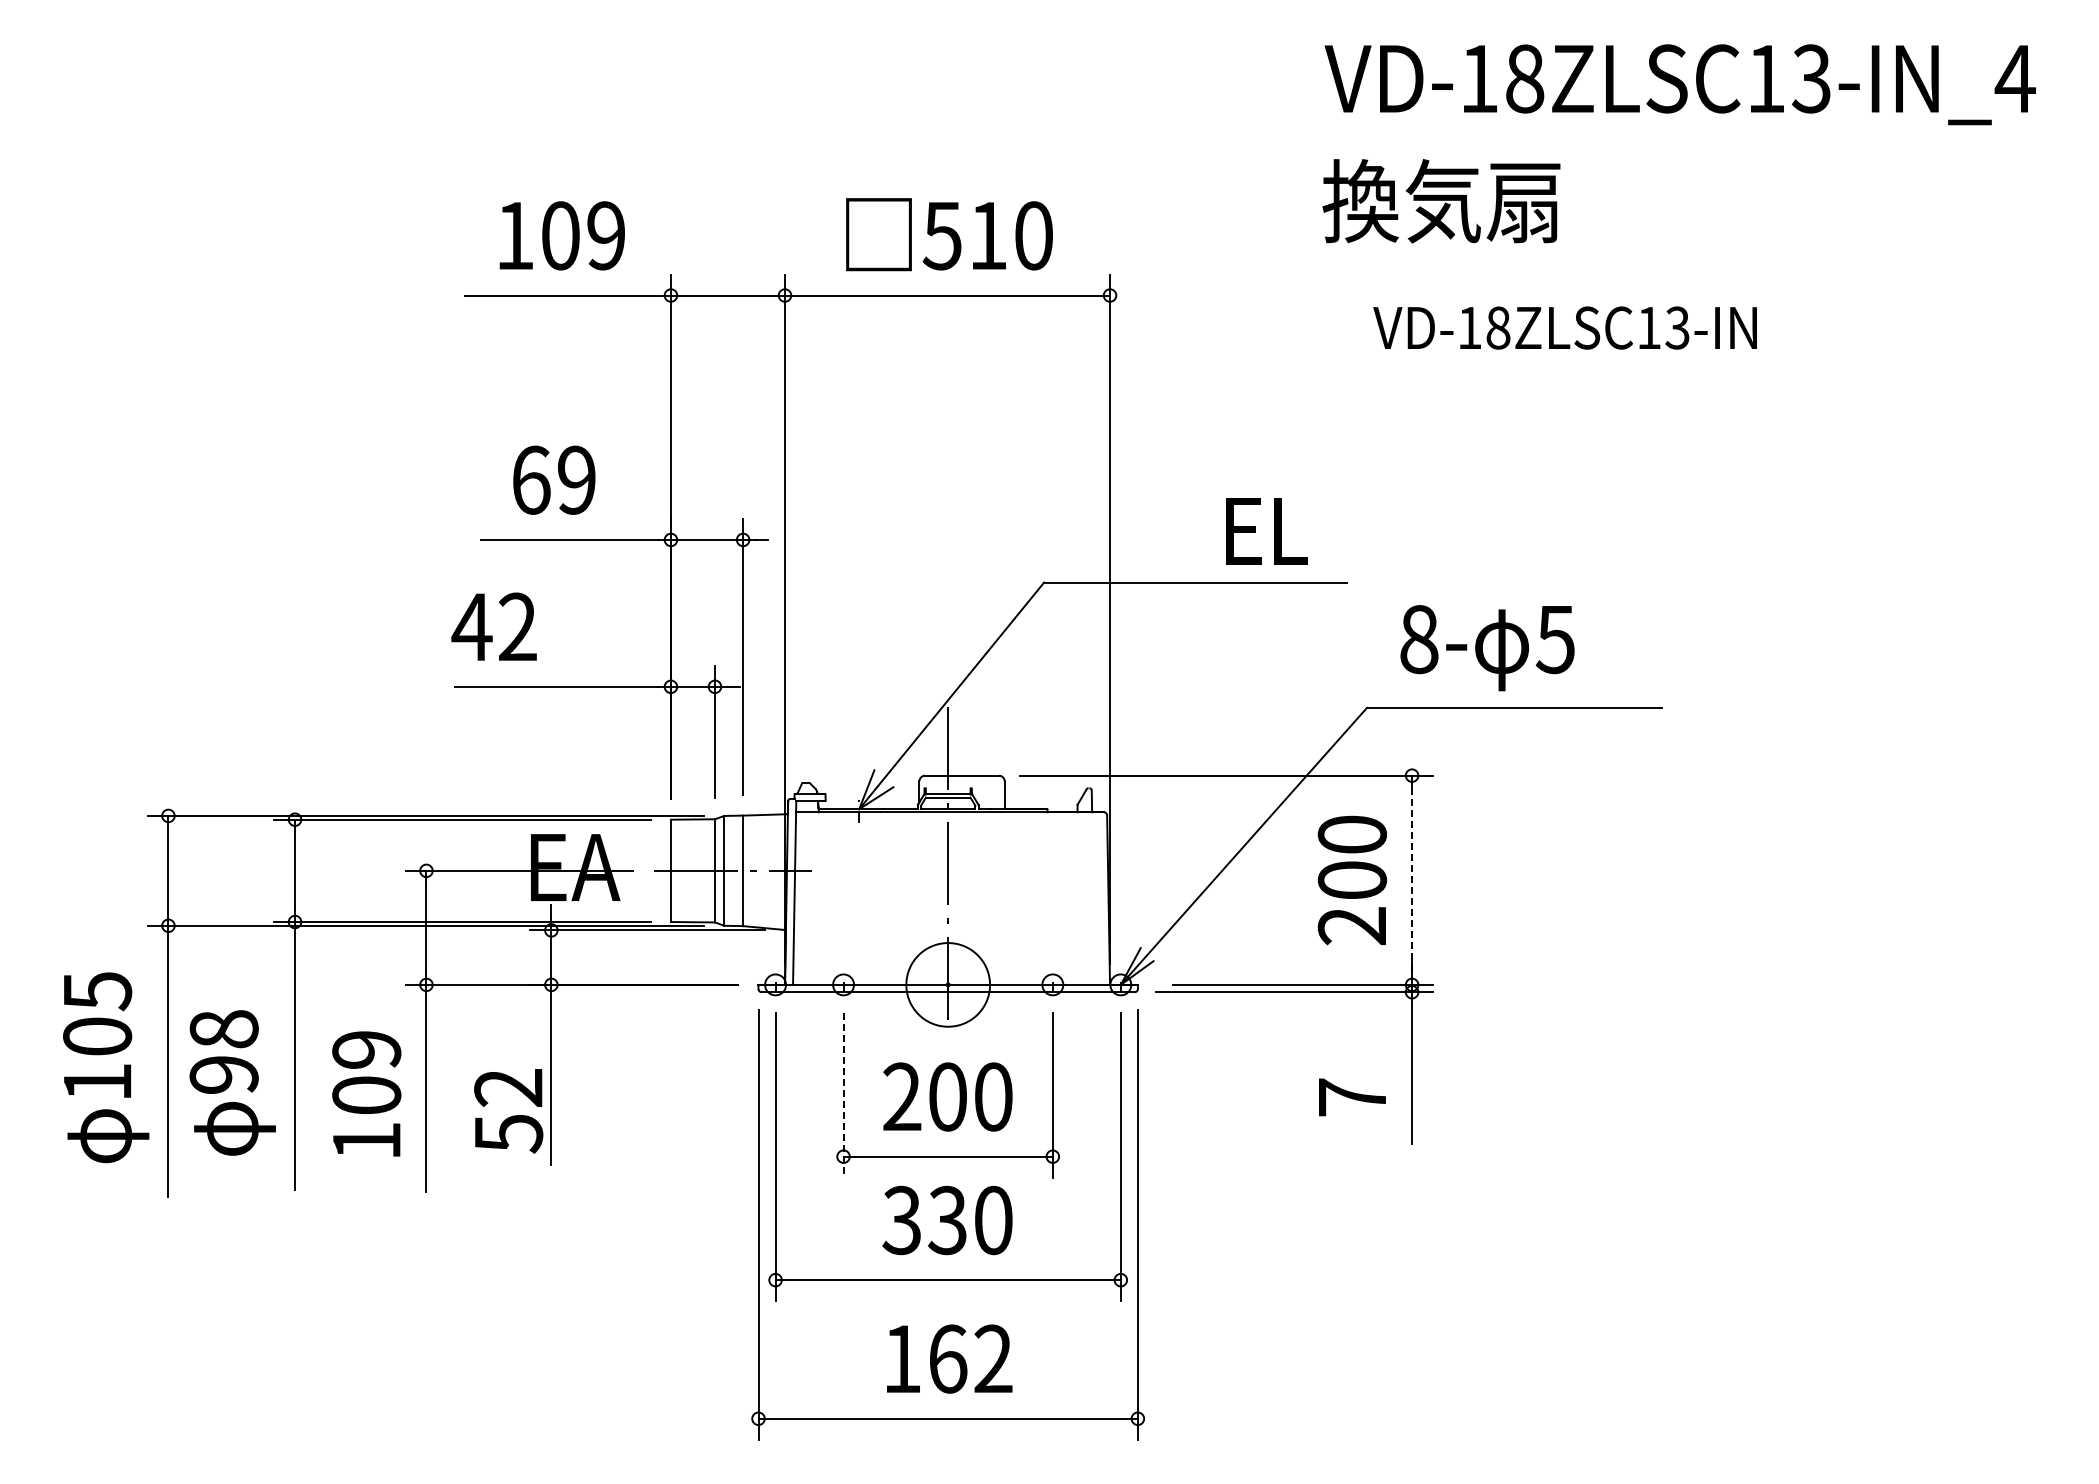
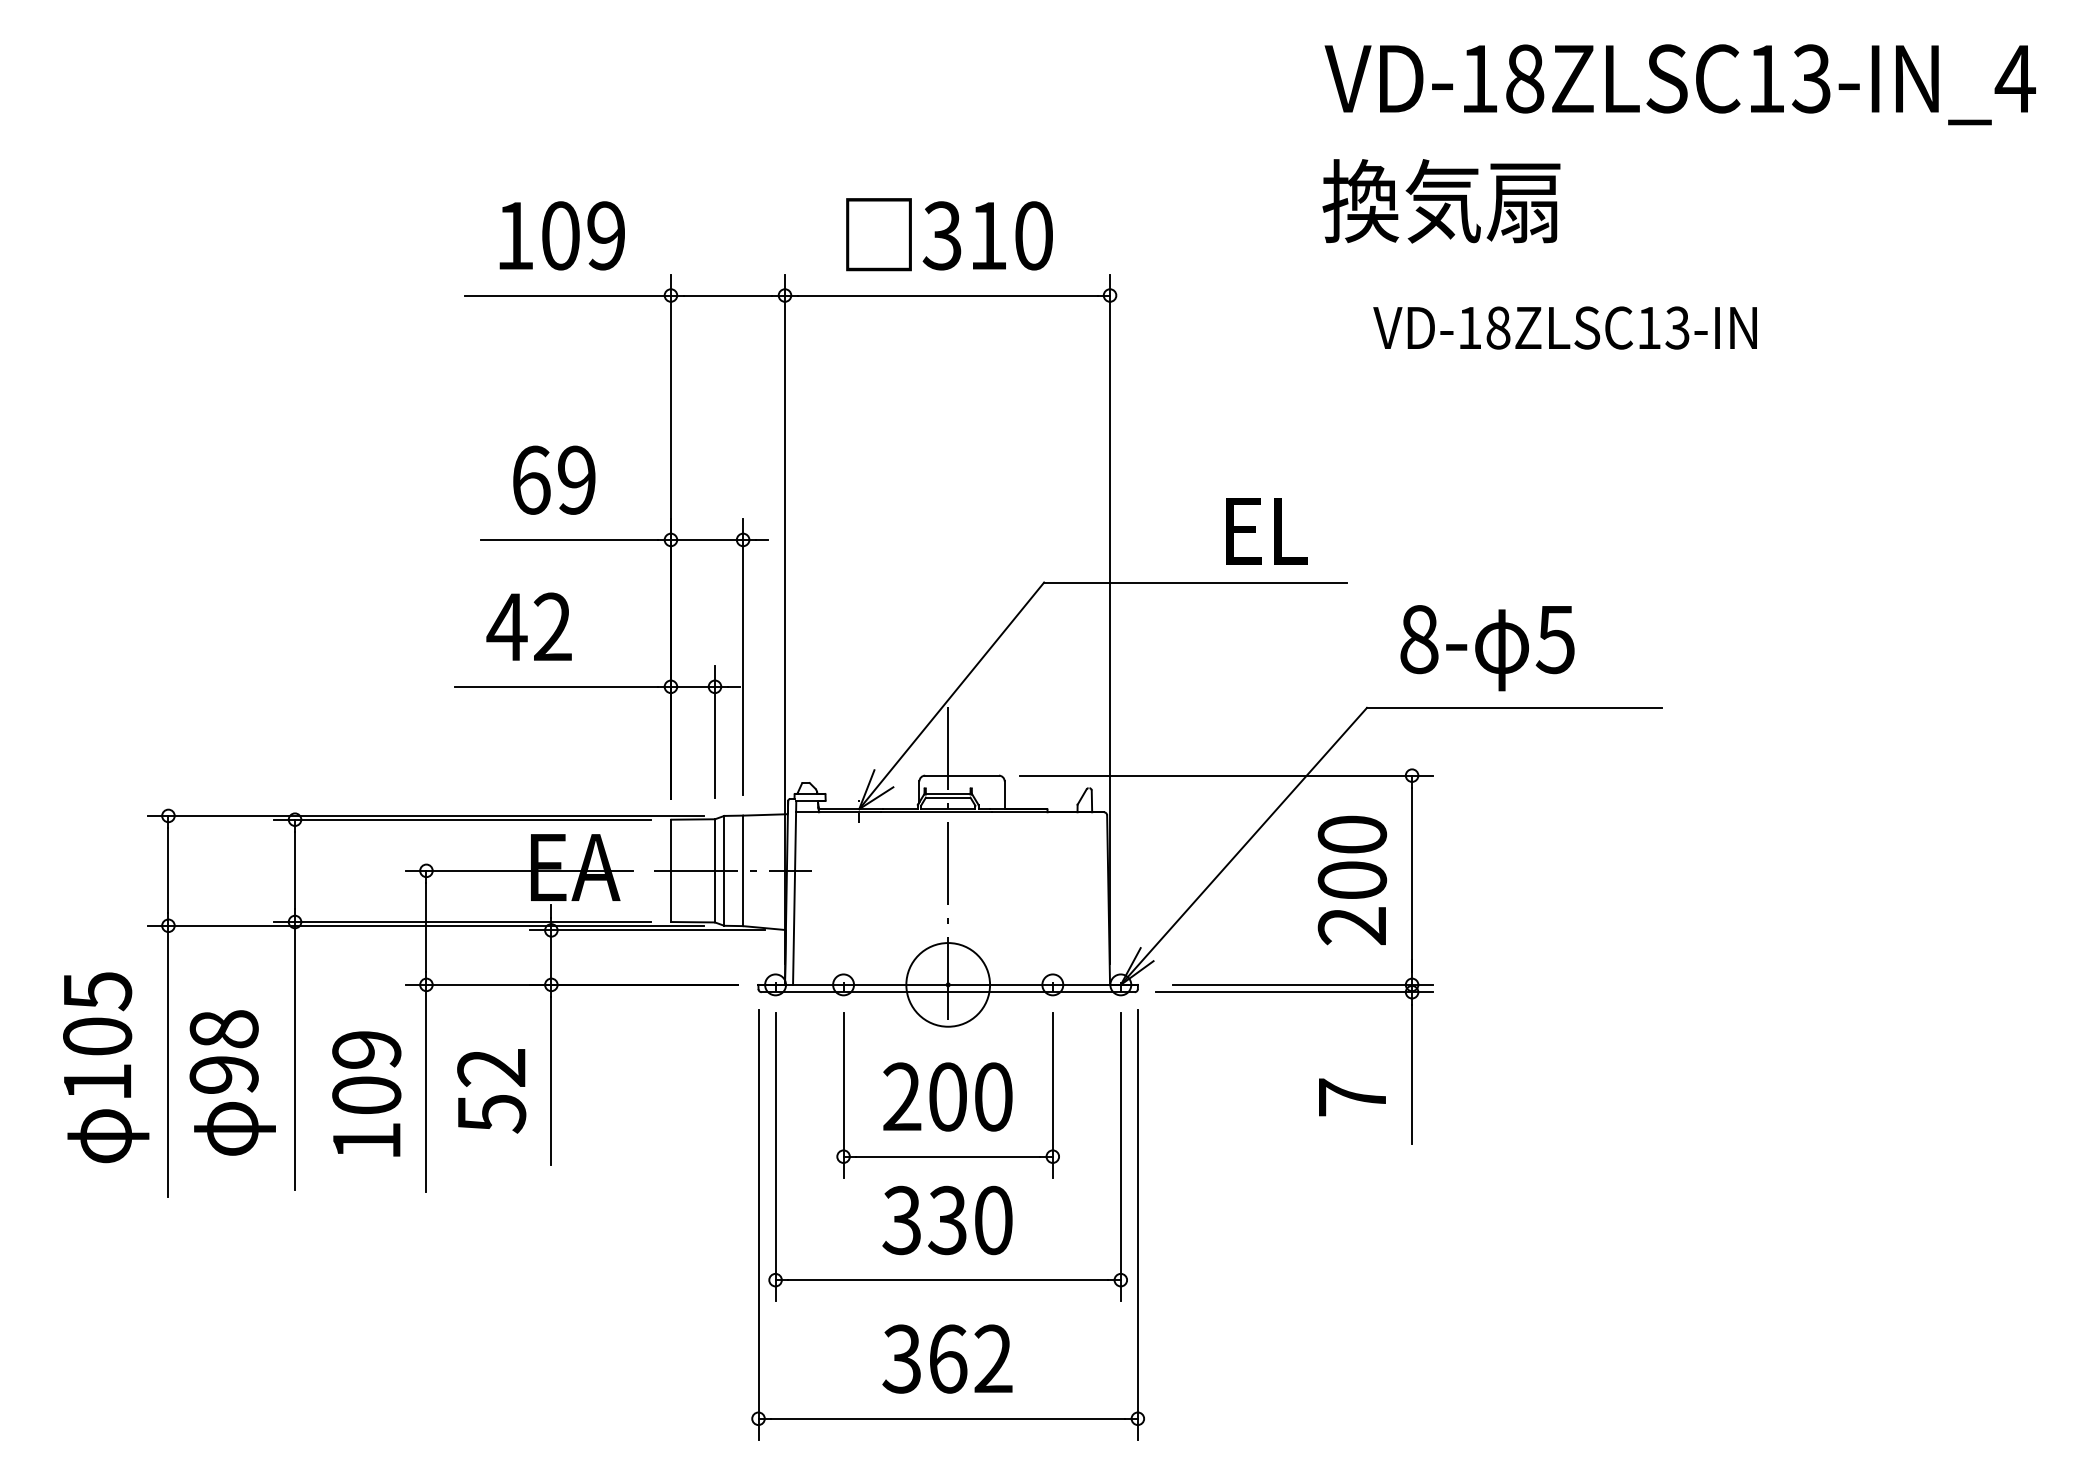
text at (941, 235): 510 -> 310
text at (493, 626) position: (493, 626) -> (528, 626)
line at (1412, 880): dashed -> solid
line at (843, 1096): dashed -> solid
text at (508, 1111) position: (508, 1111) -> (491, 1091)
text at (901, 1358): 162 -> 362
